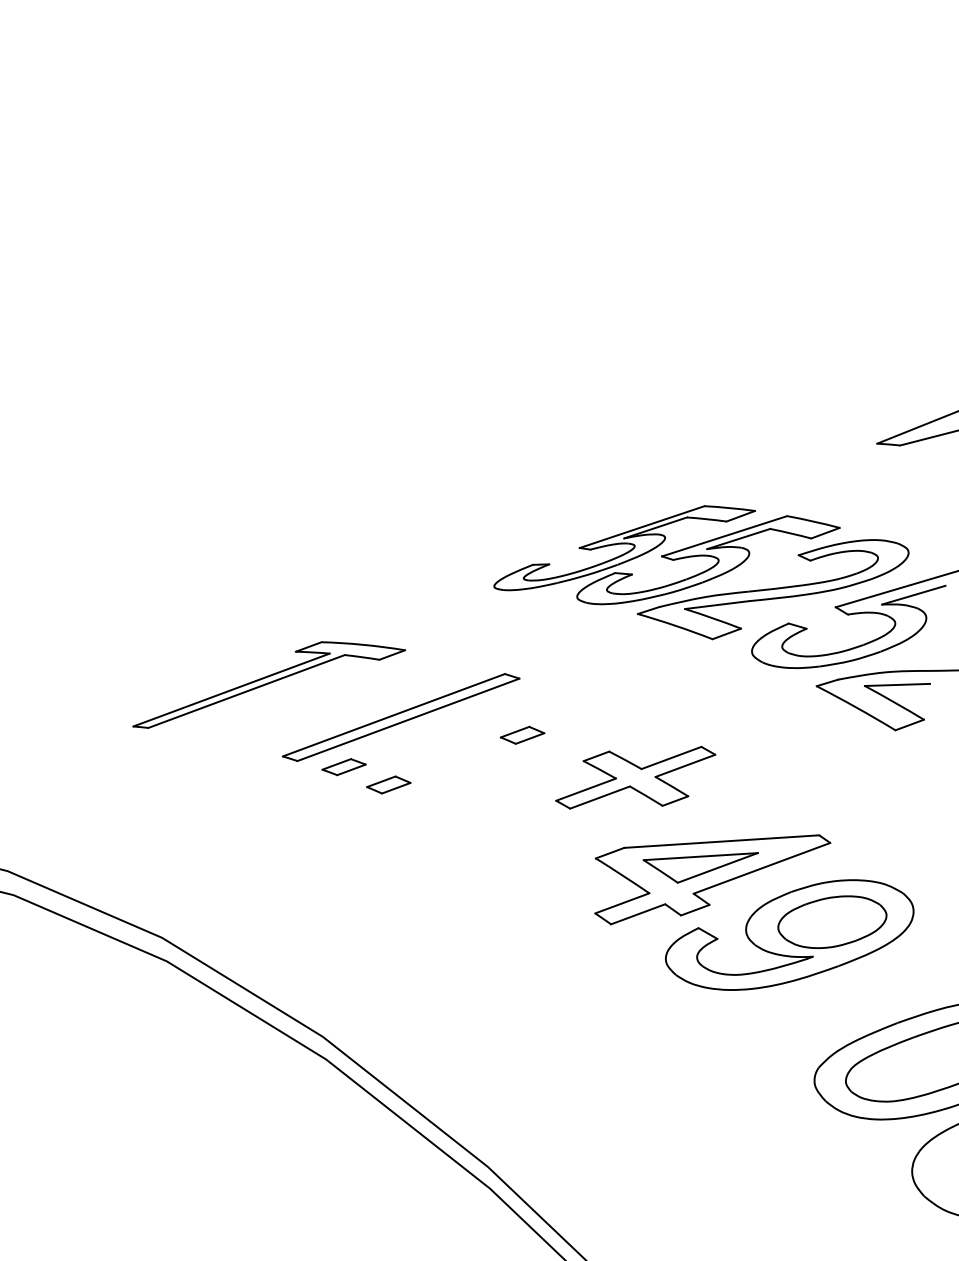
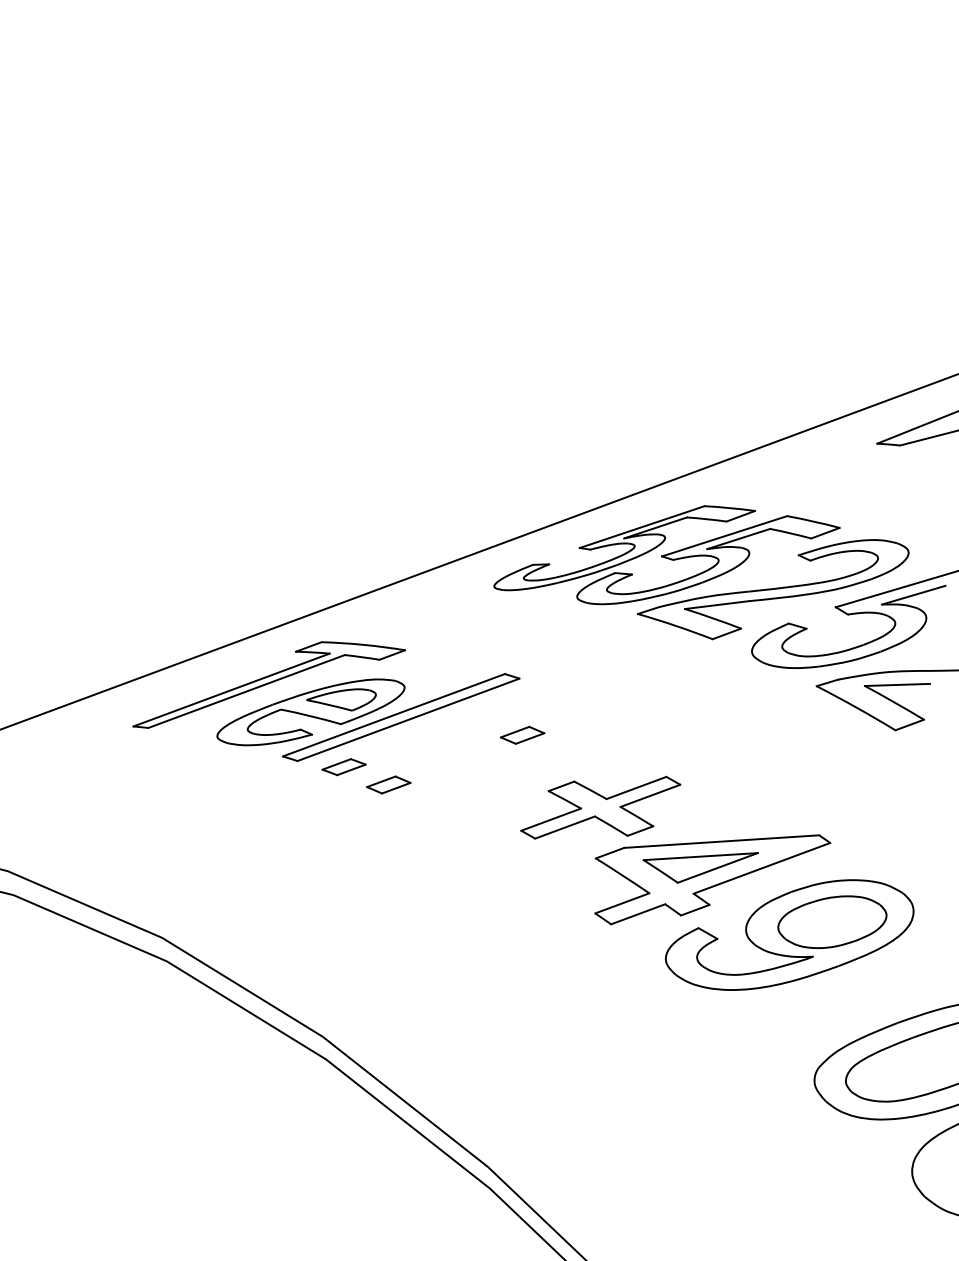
line at (478, 551): none -> present
part at (310, 712): none -> present
part at (635, 777) position: (635, 777) -> (600, 807)
